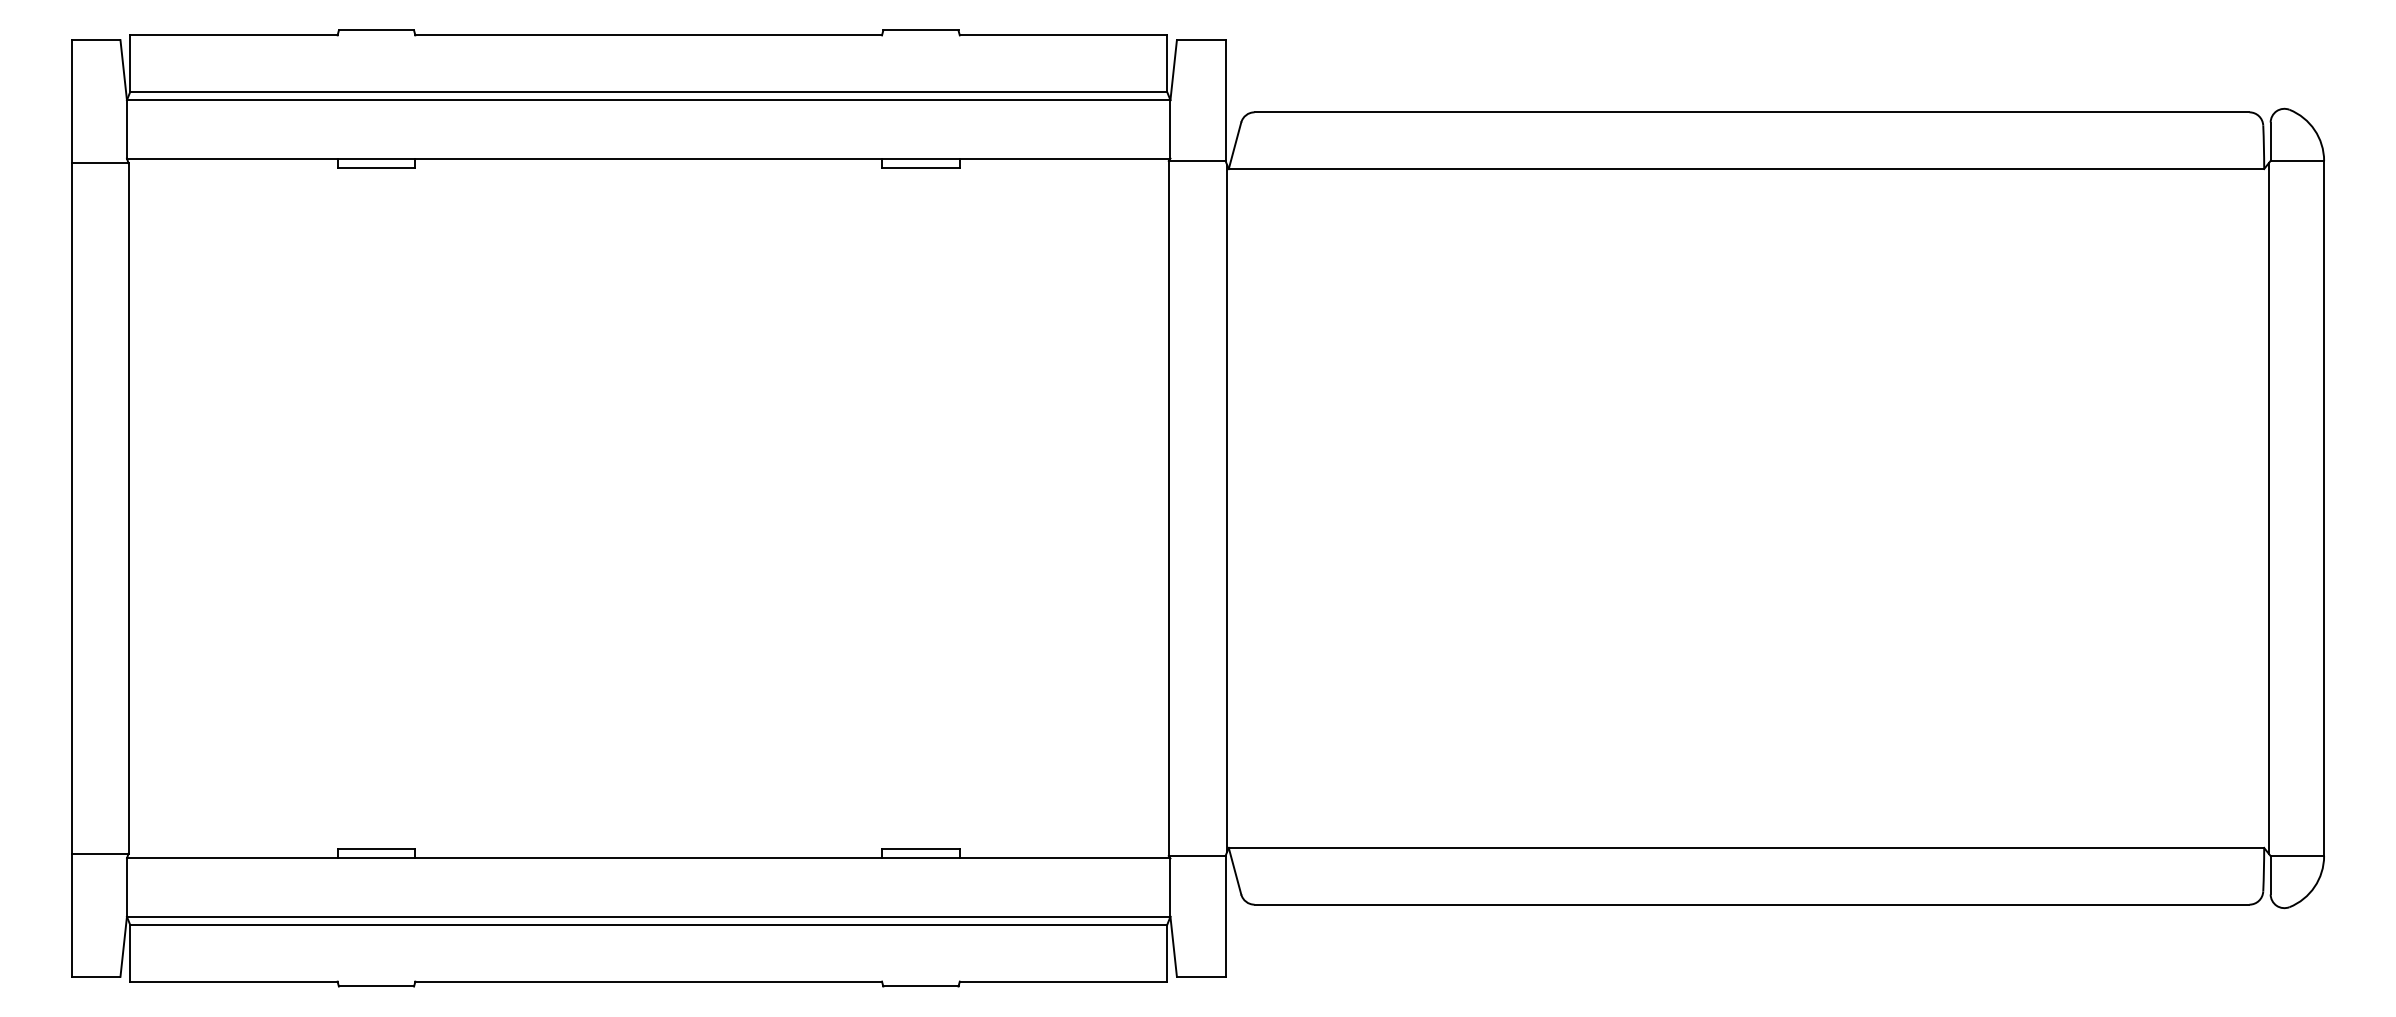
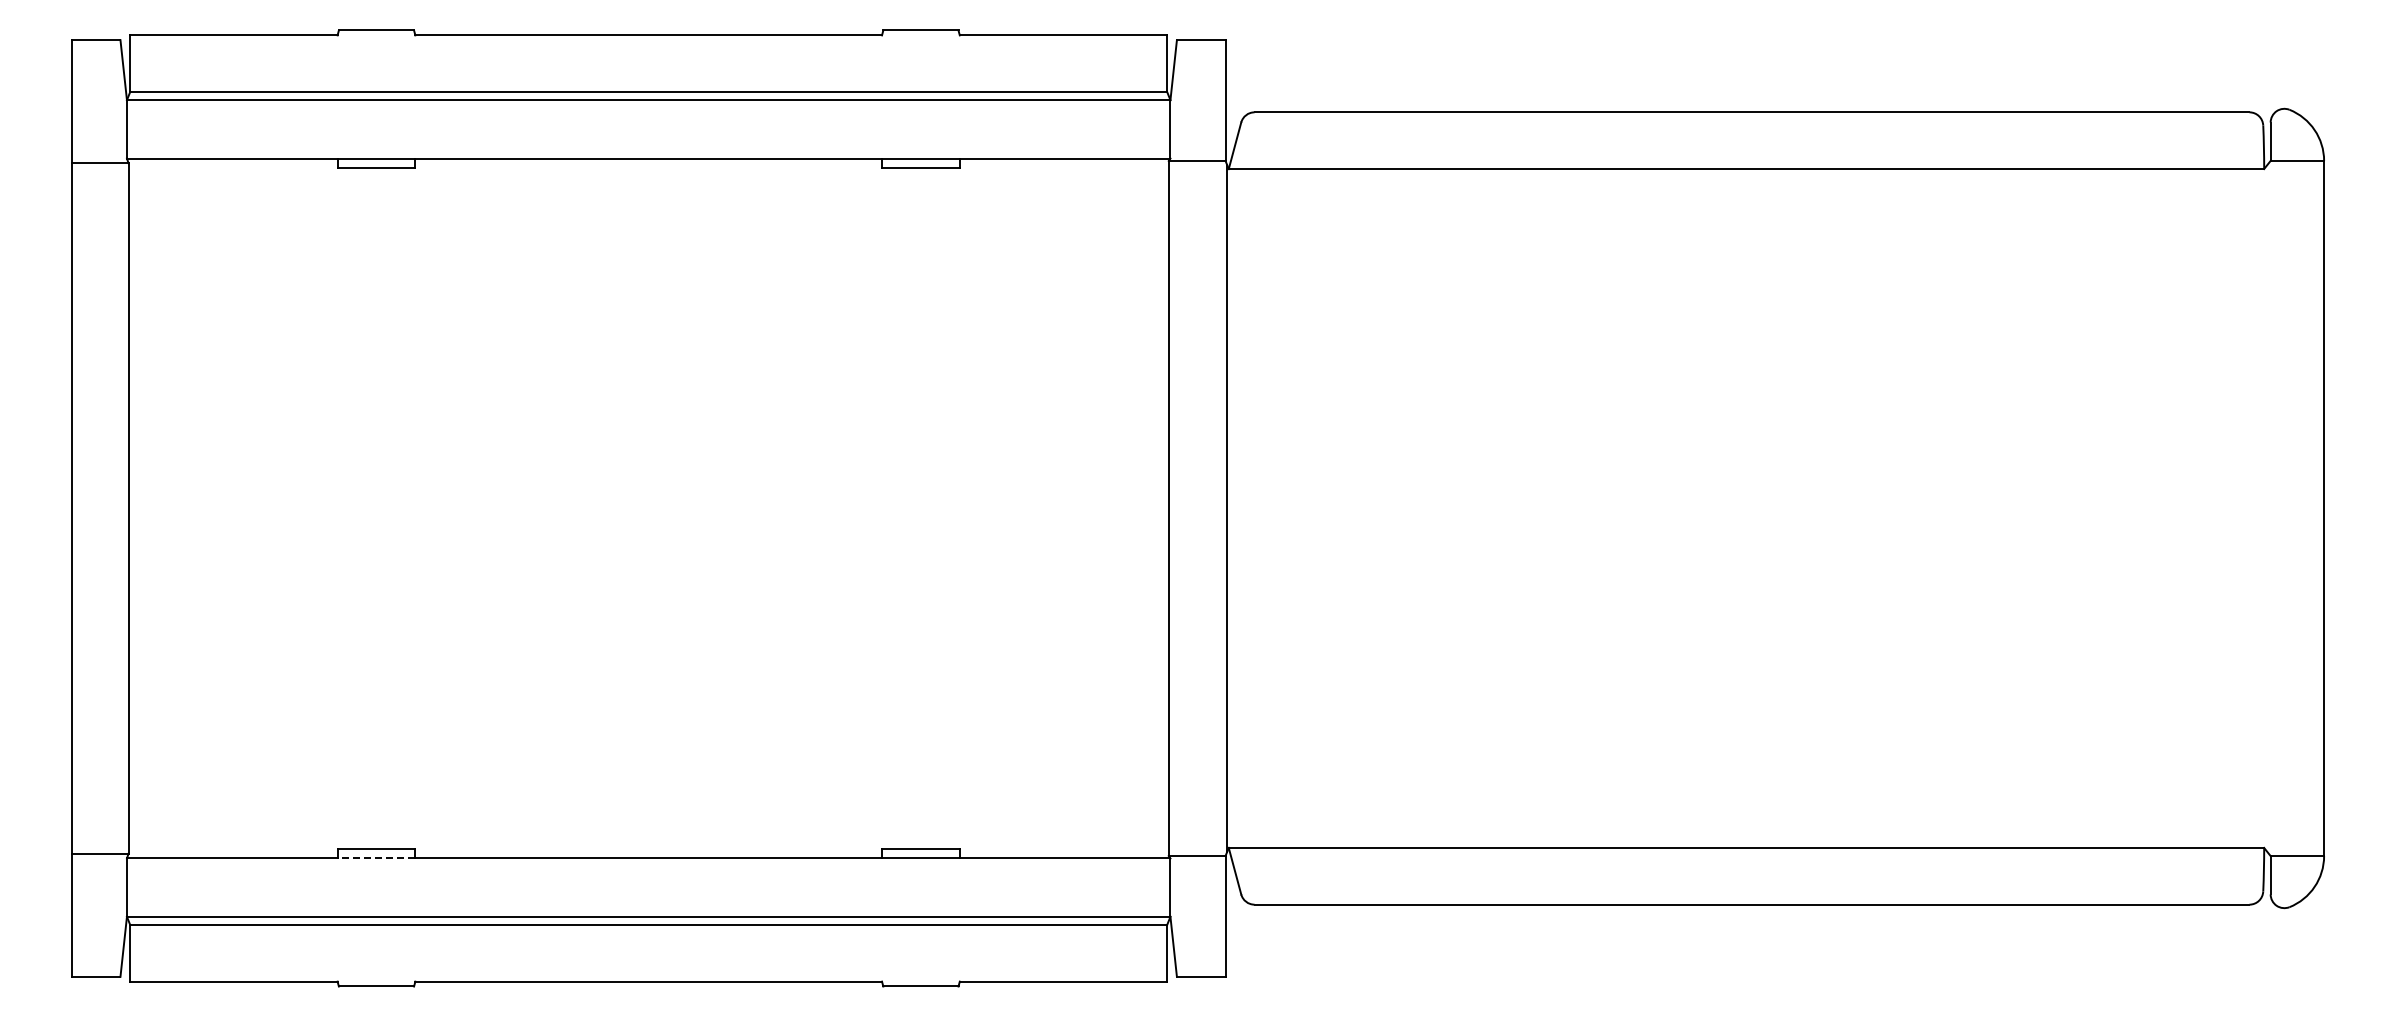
line at (2269, 508): present -> none
line at (376, 858): solid -> dashed
